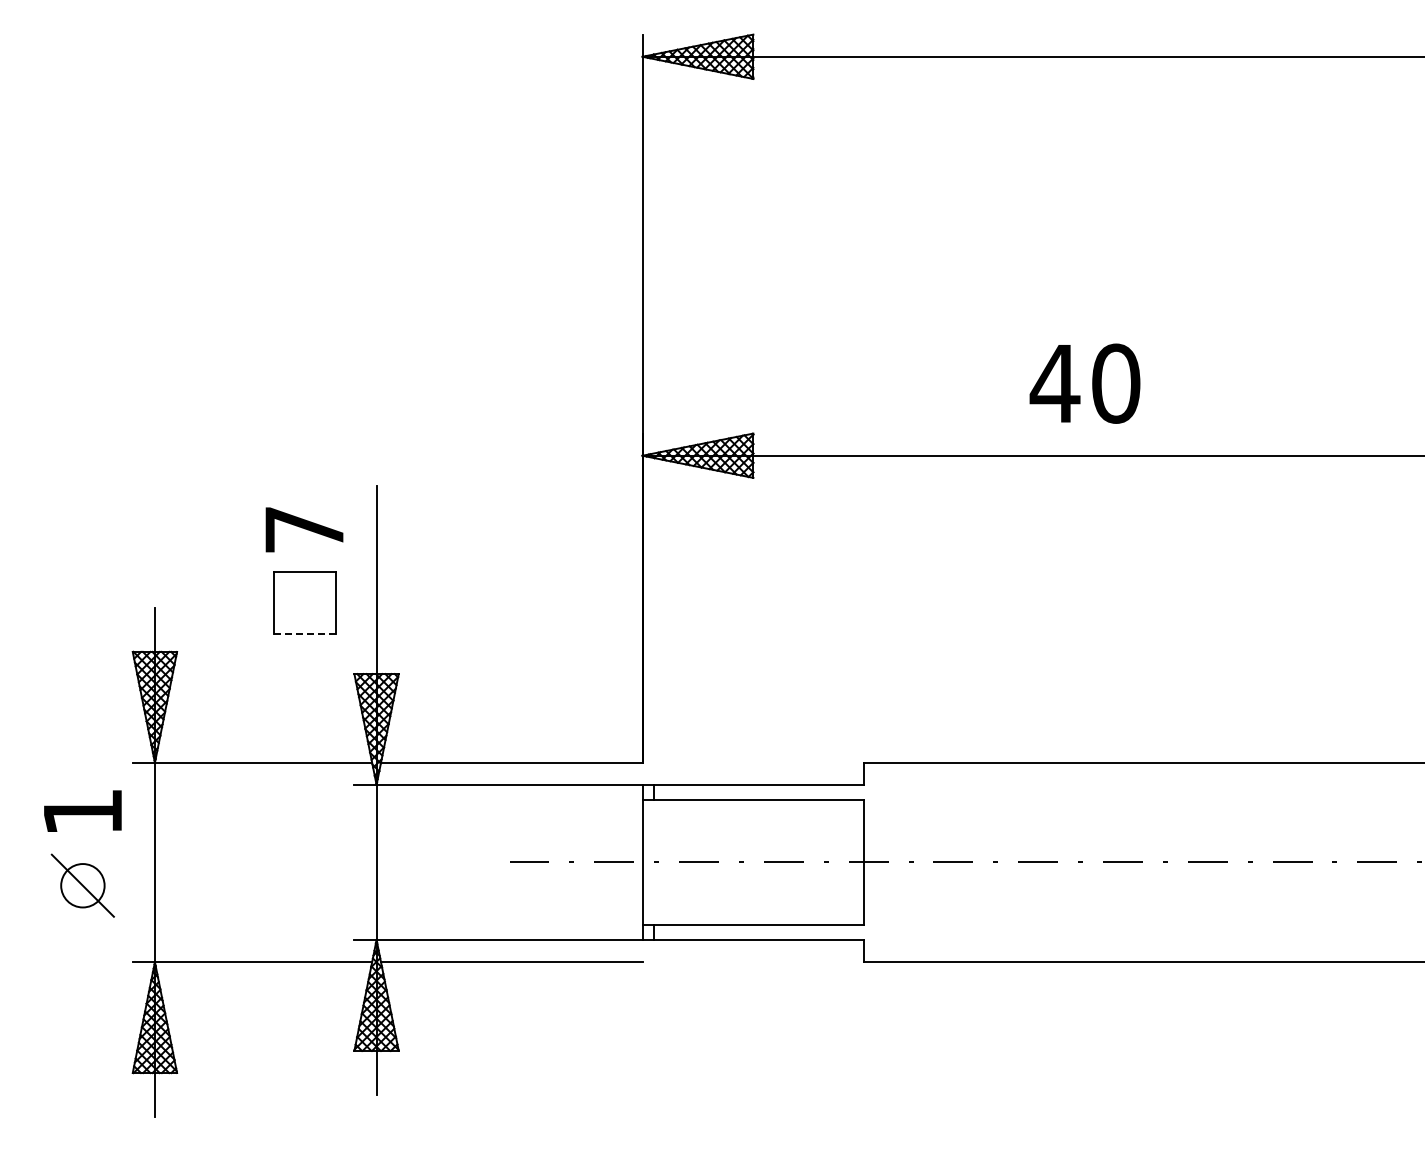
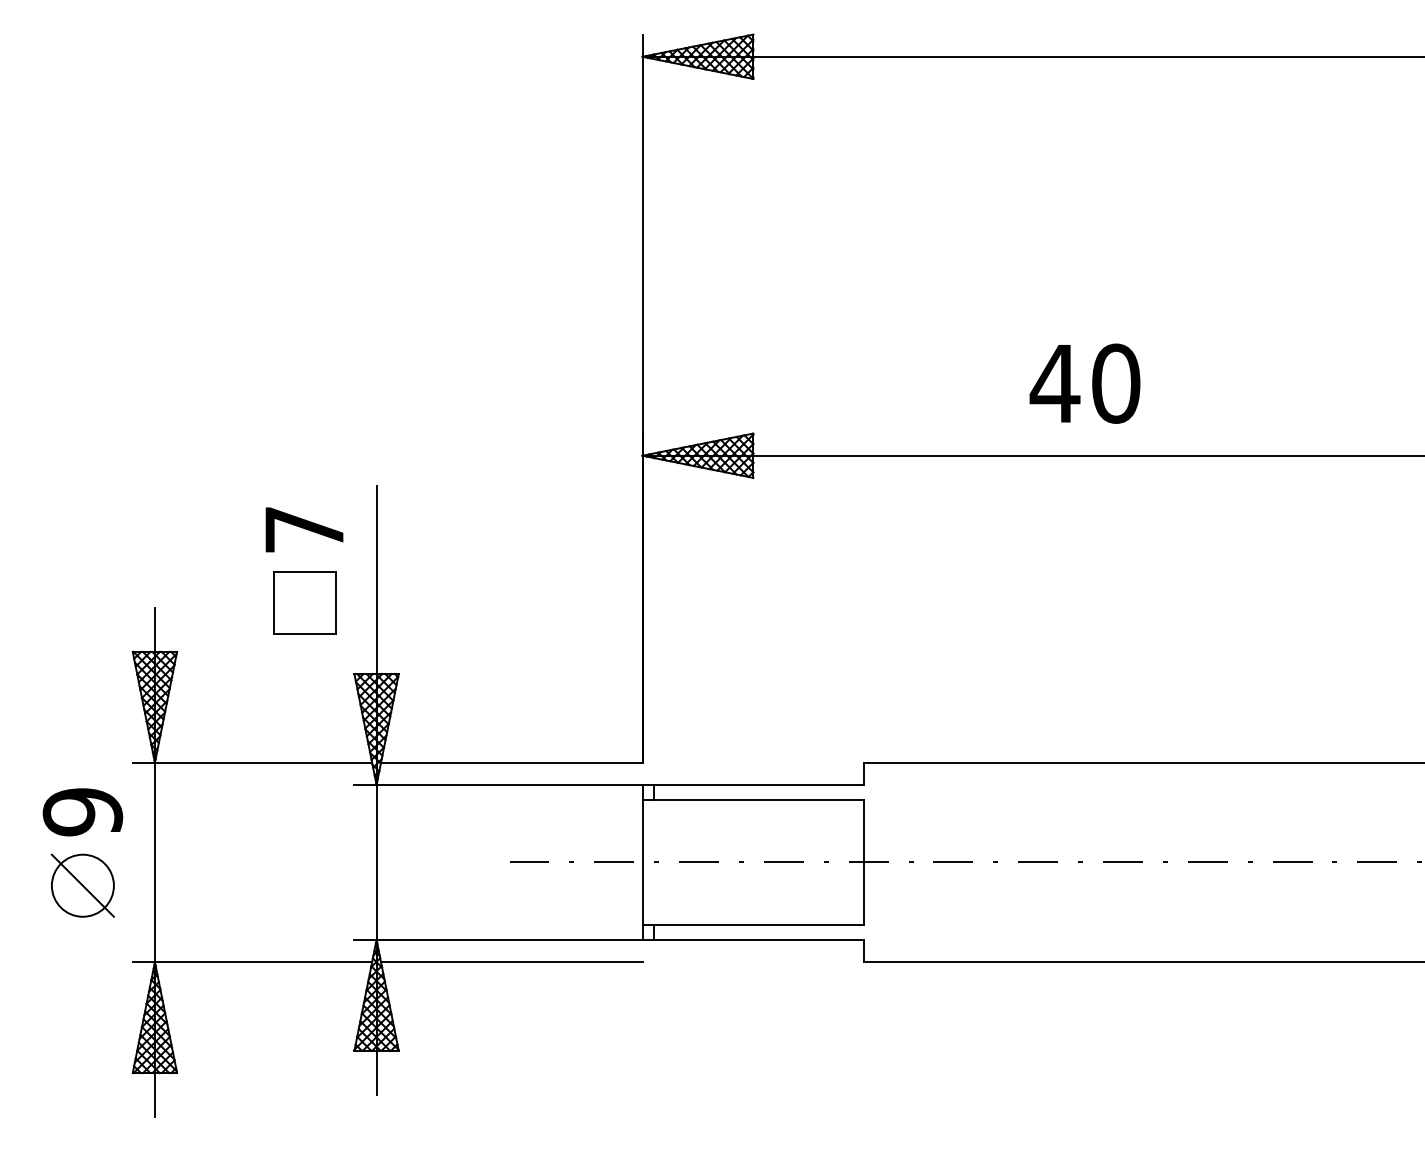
line at (305, 634): dashed -> solid
text at (82, 812): 1 -> 9
circle at (82, 885) diameter: 43 px -> 62 px
